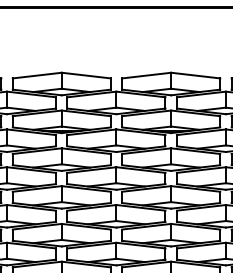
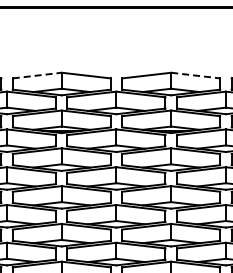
line at (37, 75): solid -> dashed
line at (195, 75): solid -> dashed
